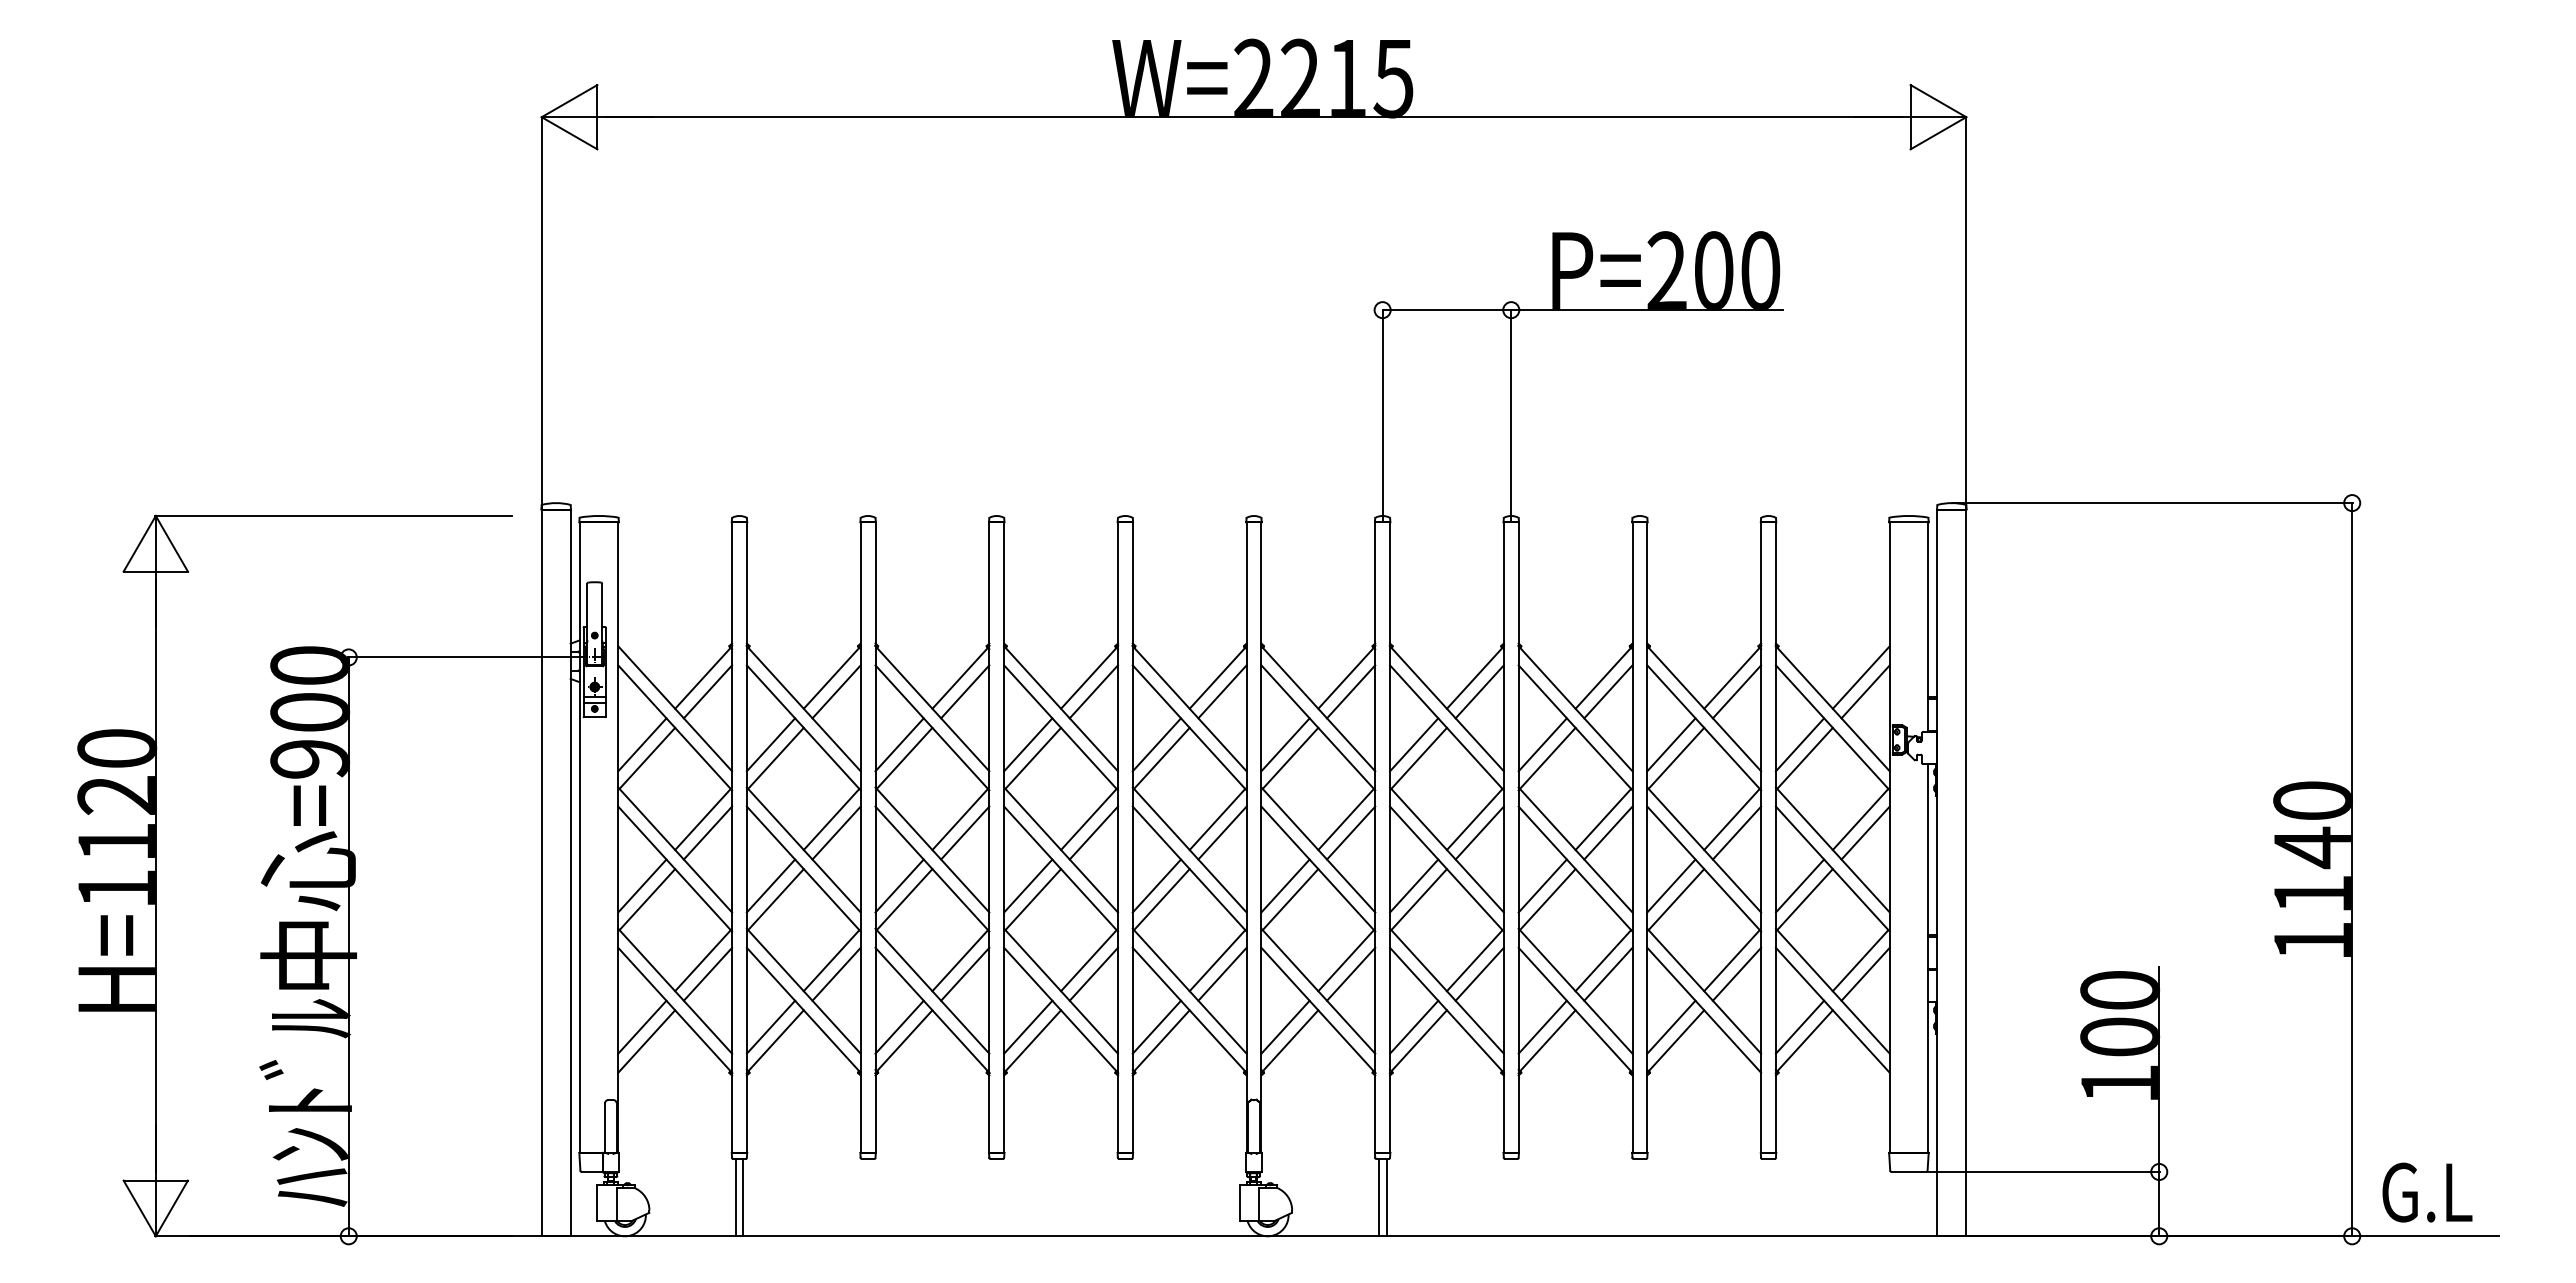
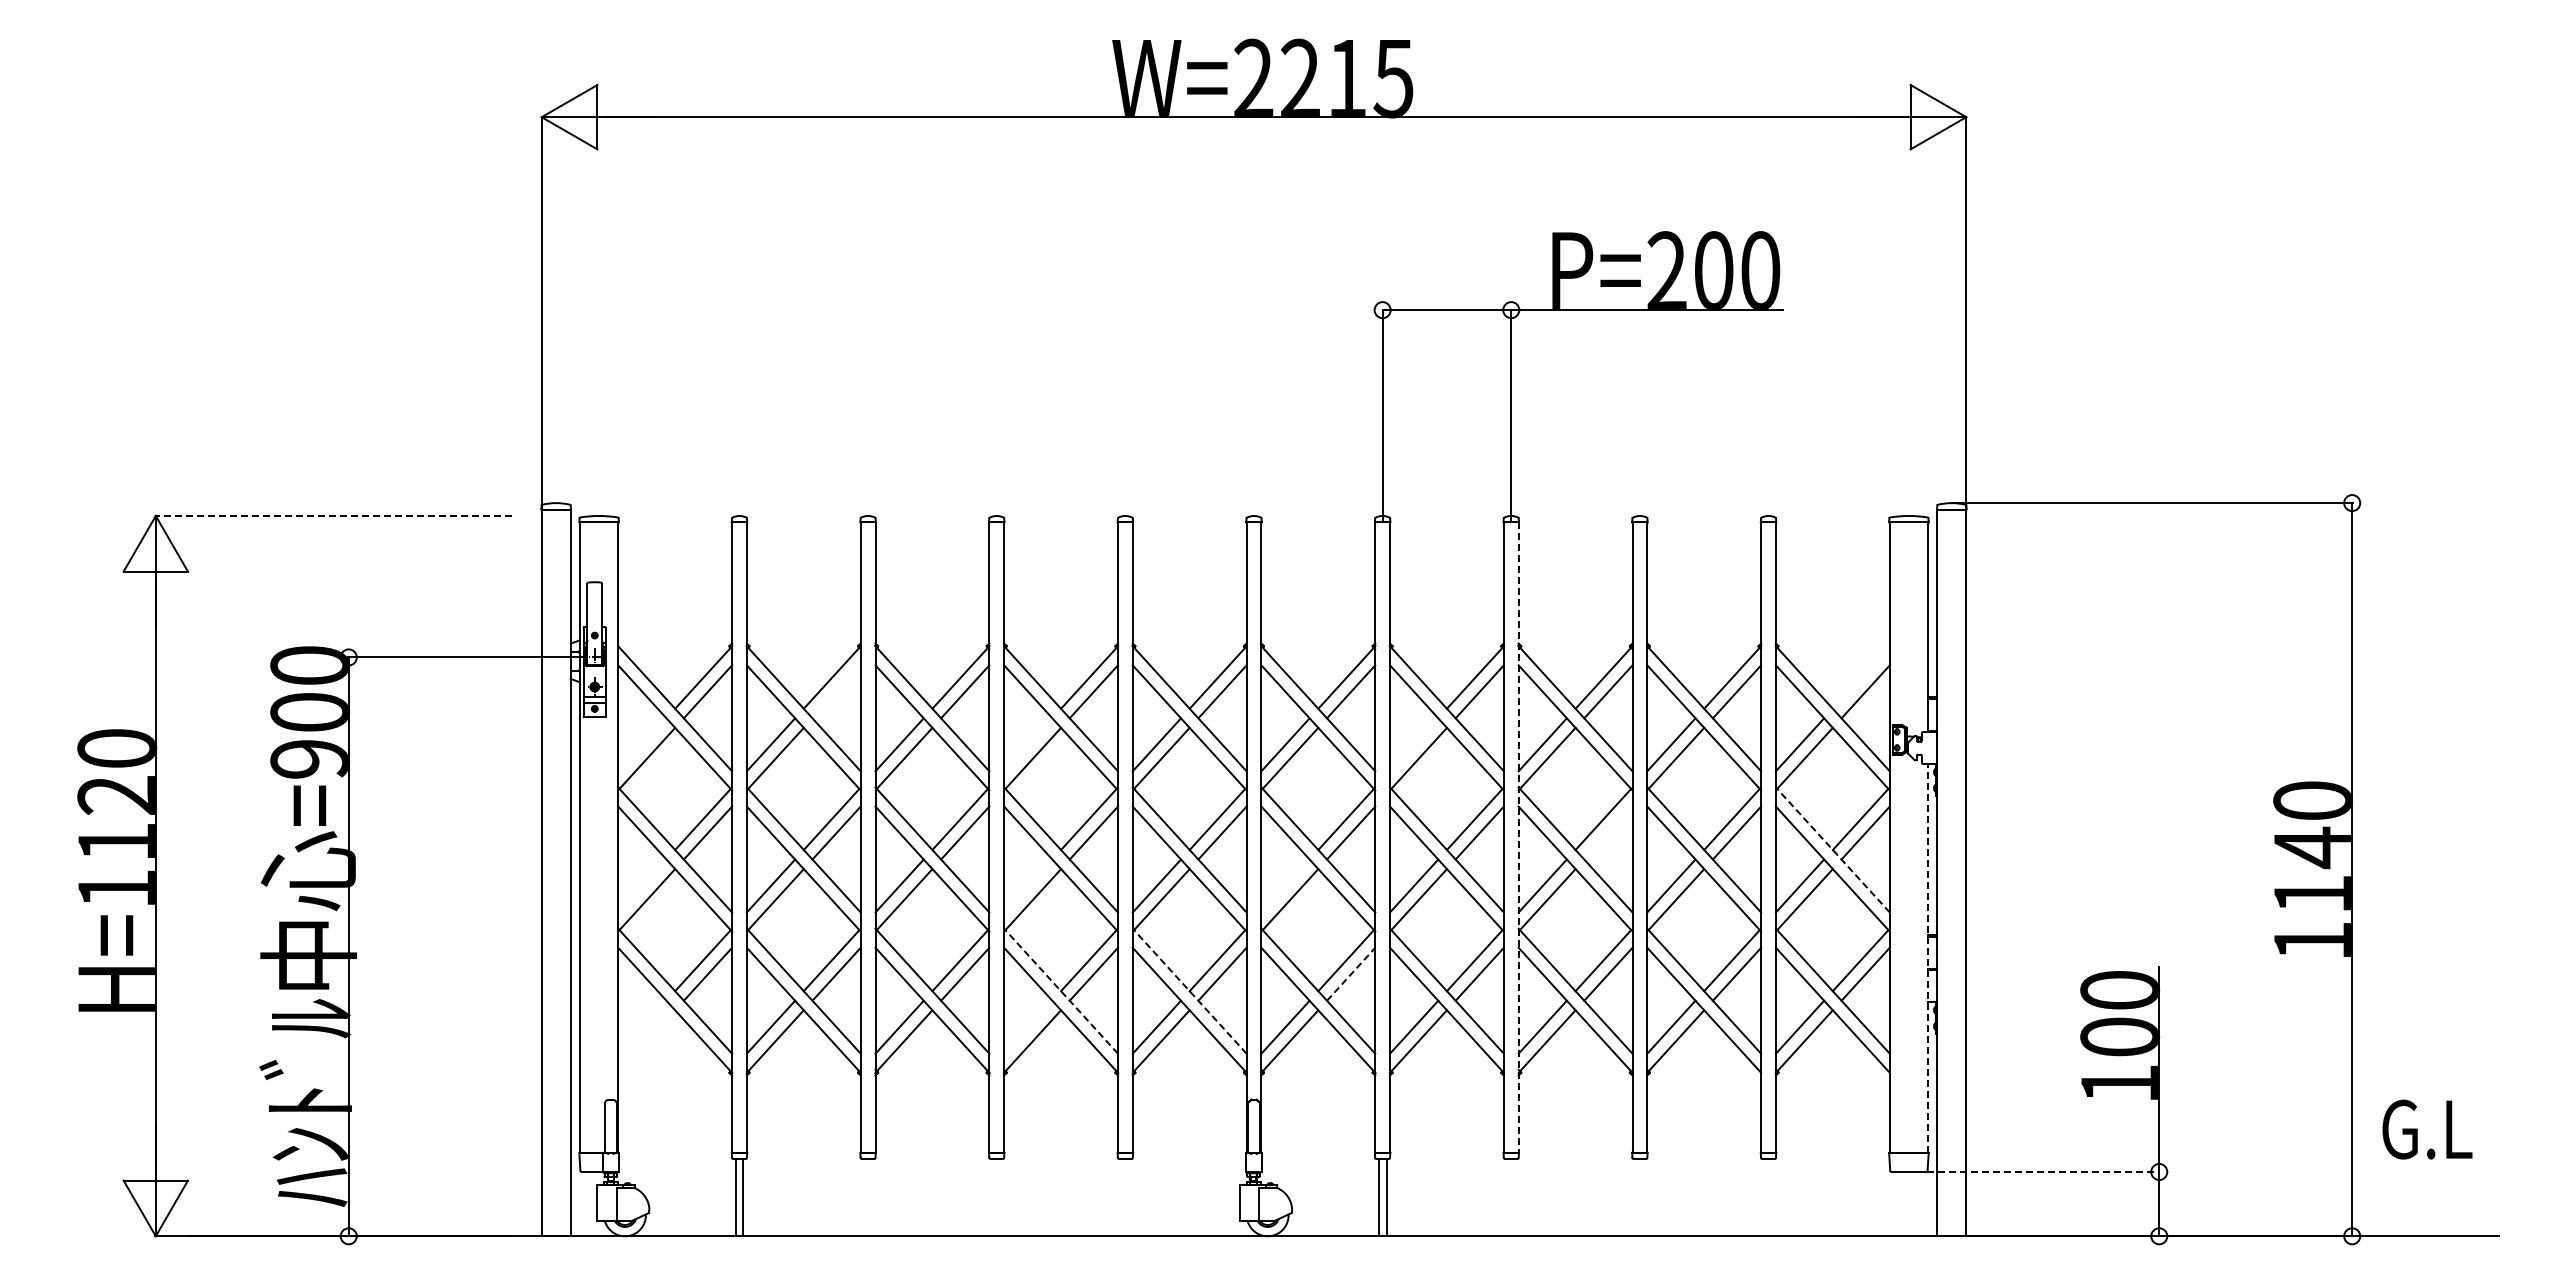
line at (333, 515): solid -> dashed
line at (1860, 677): present -> none
line at (836, 691): present -> none
line at (642, 744): present -> none
line at (1028, 744): present -> none
line at (1414, 744): present -> none
line at (1608, 832): present -> none
line at (1518, 838): solid -> dashed
line at (1832, 849): solid -> dashed
line at (642, 885): present -> none
line at (1028, 885): present -> none
line at (1285, 885): present -> none
line at (1928, 957): solid -> dashed
line at (1351, 974): solid -> dashed
line at (1061, 991): solid -> dashed
line at (1189, 991): solid -> dashed
line at (642, 1026): present -> none
line at (1028, 1026): present -> none
line at (646, 1041): present -> none
line at (2043, 1171): solid -> dashed
text at (2427, 1192) position: (2427, 1192) -> (2427, 1129)
